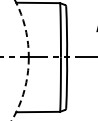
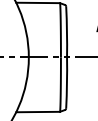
circle at (19, 60): dashed -> solid
